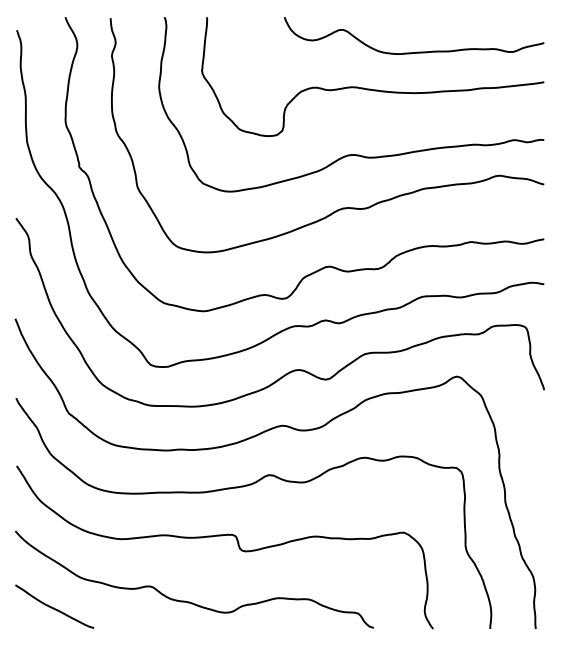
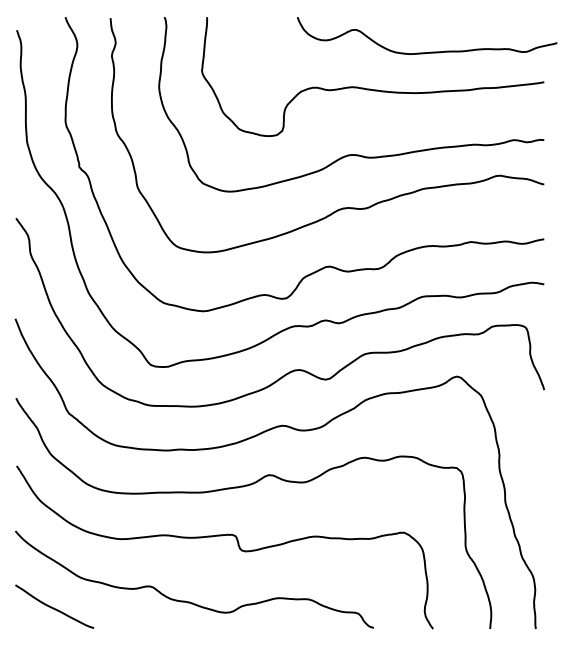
curve at (417, 51) position: (417, 51) -> (430, 51)
